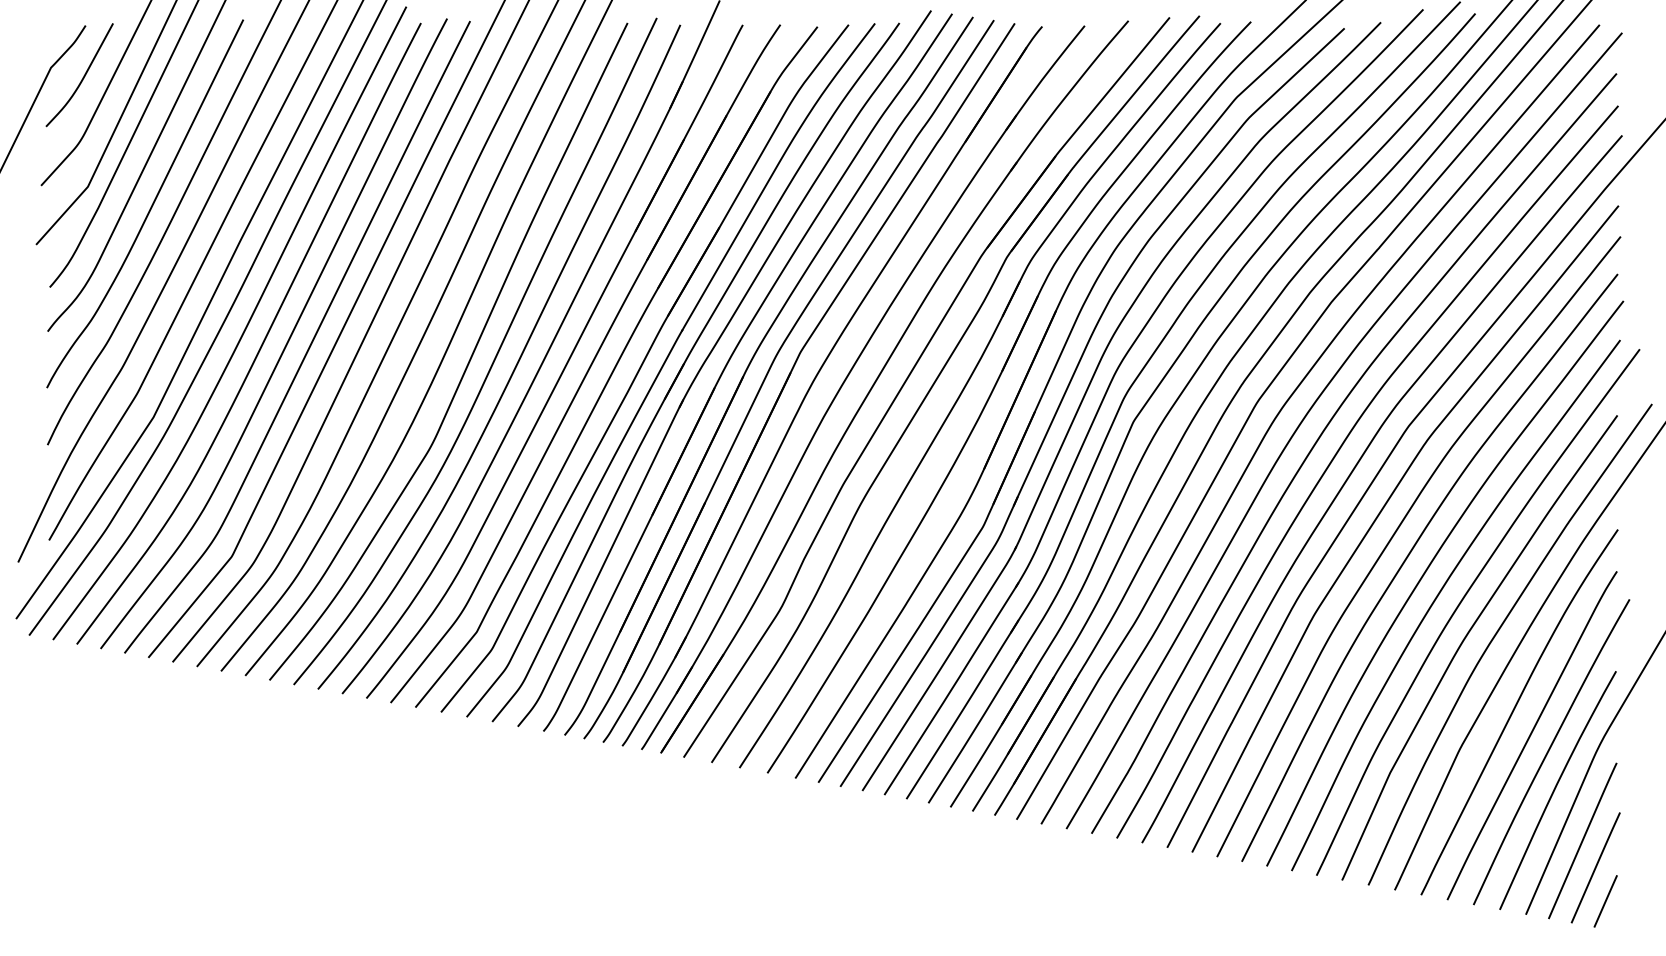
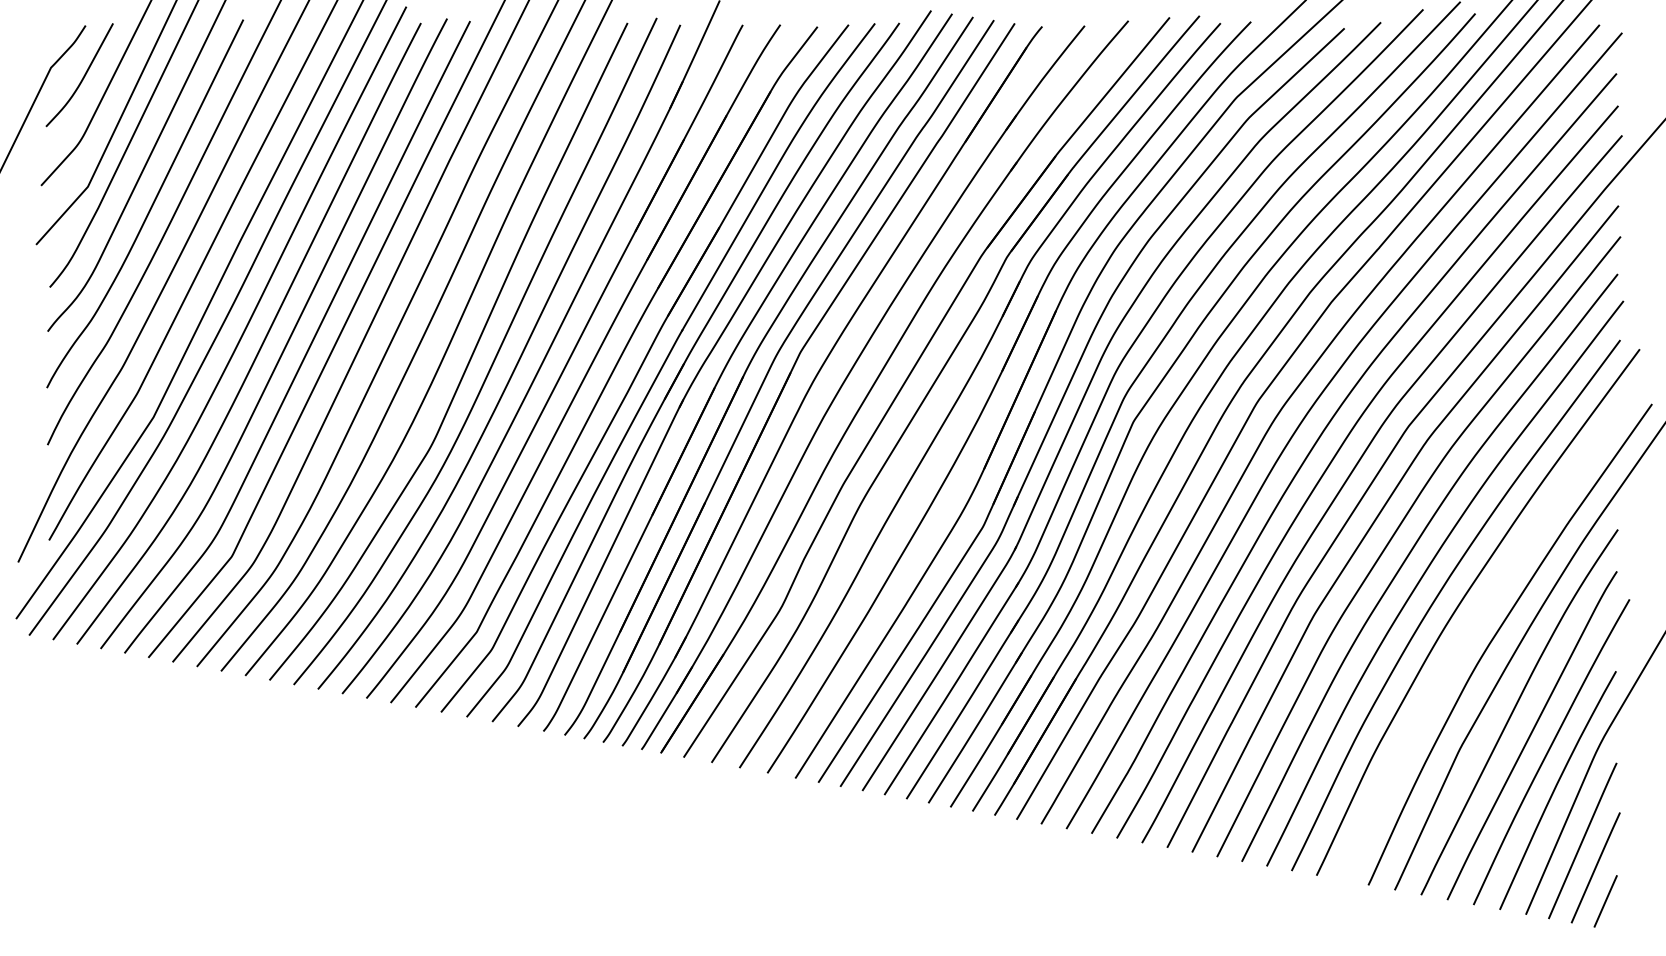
curve at (1465, 639): present -> none
